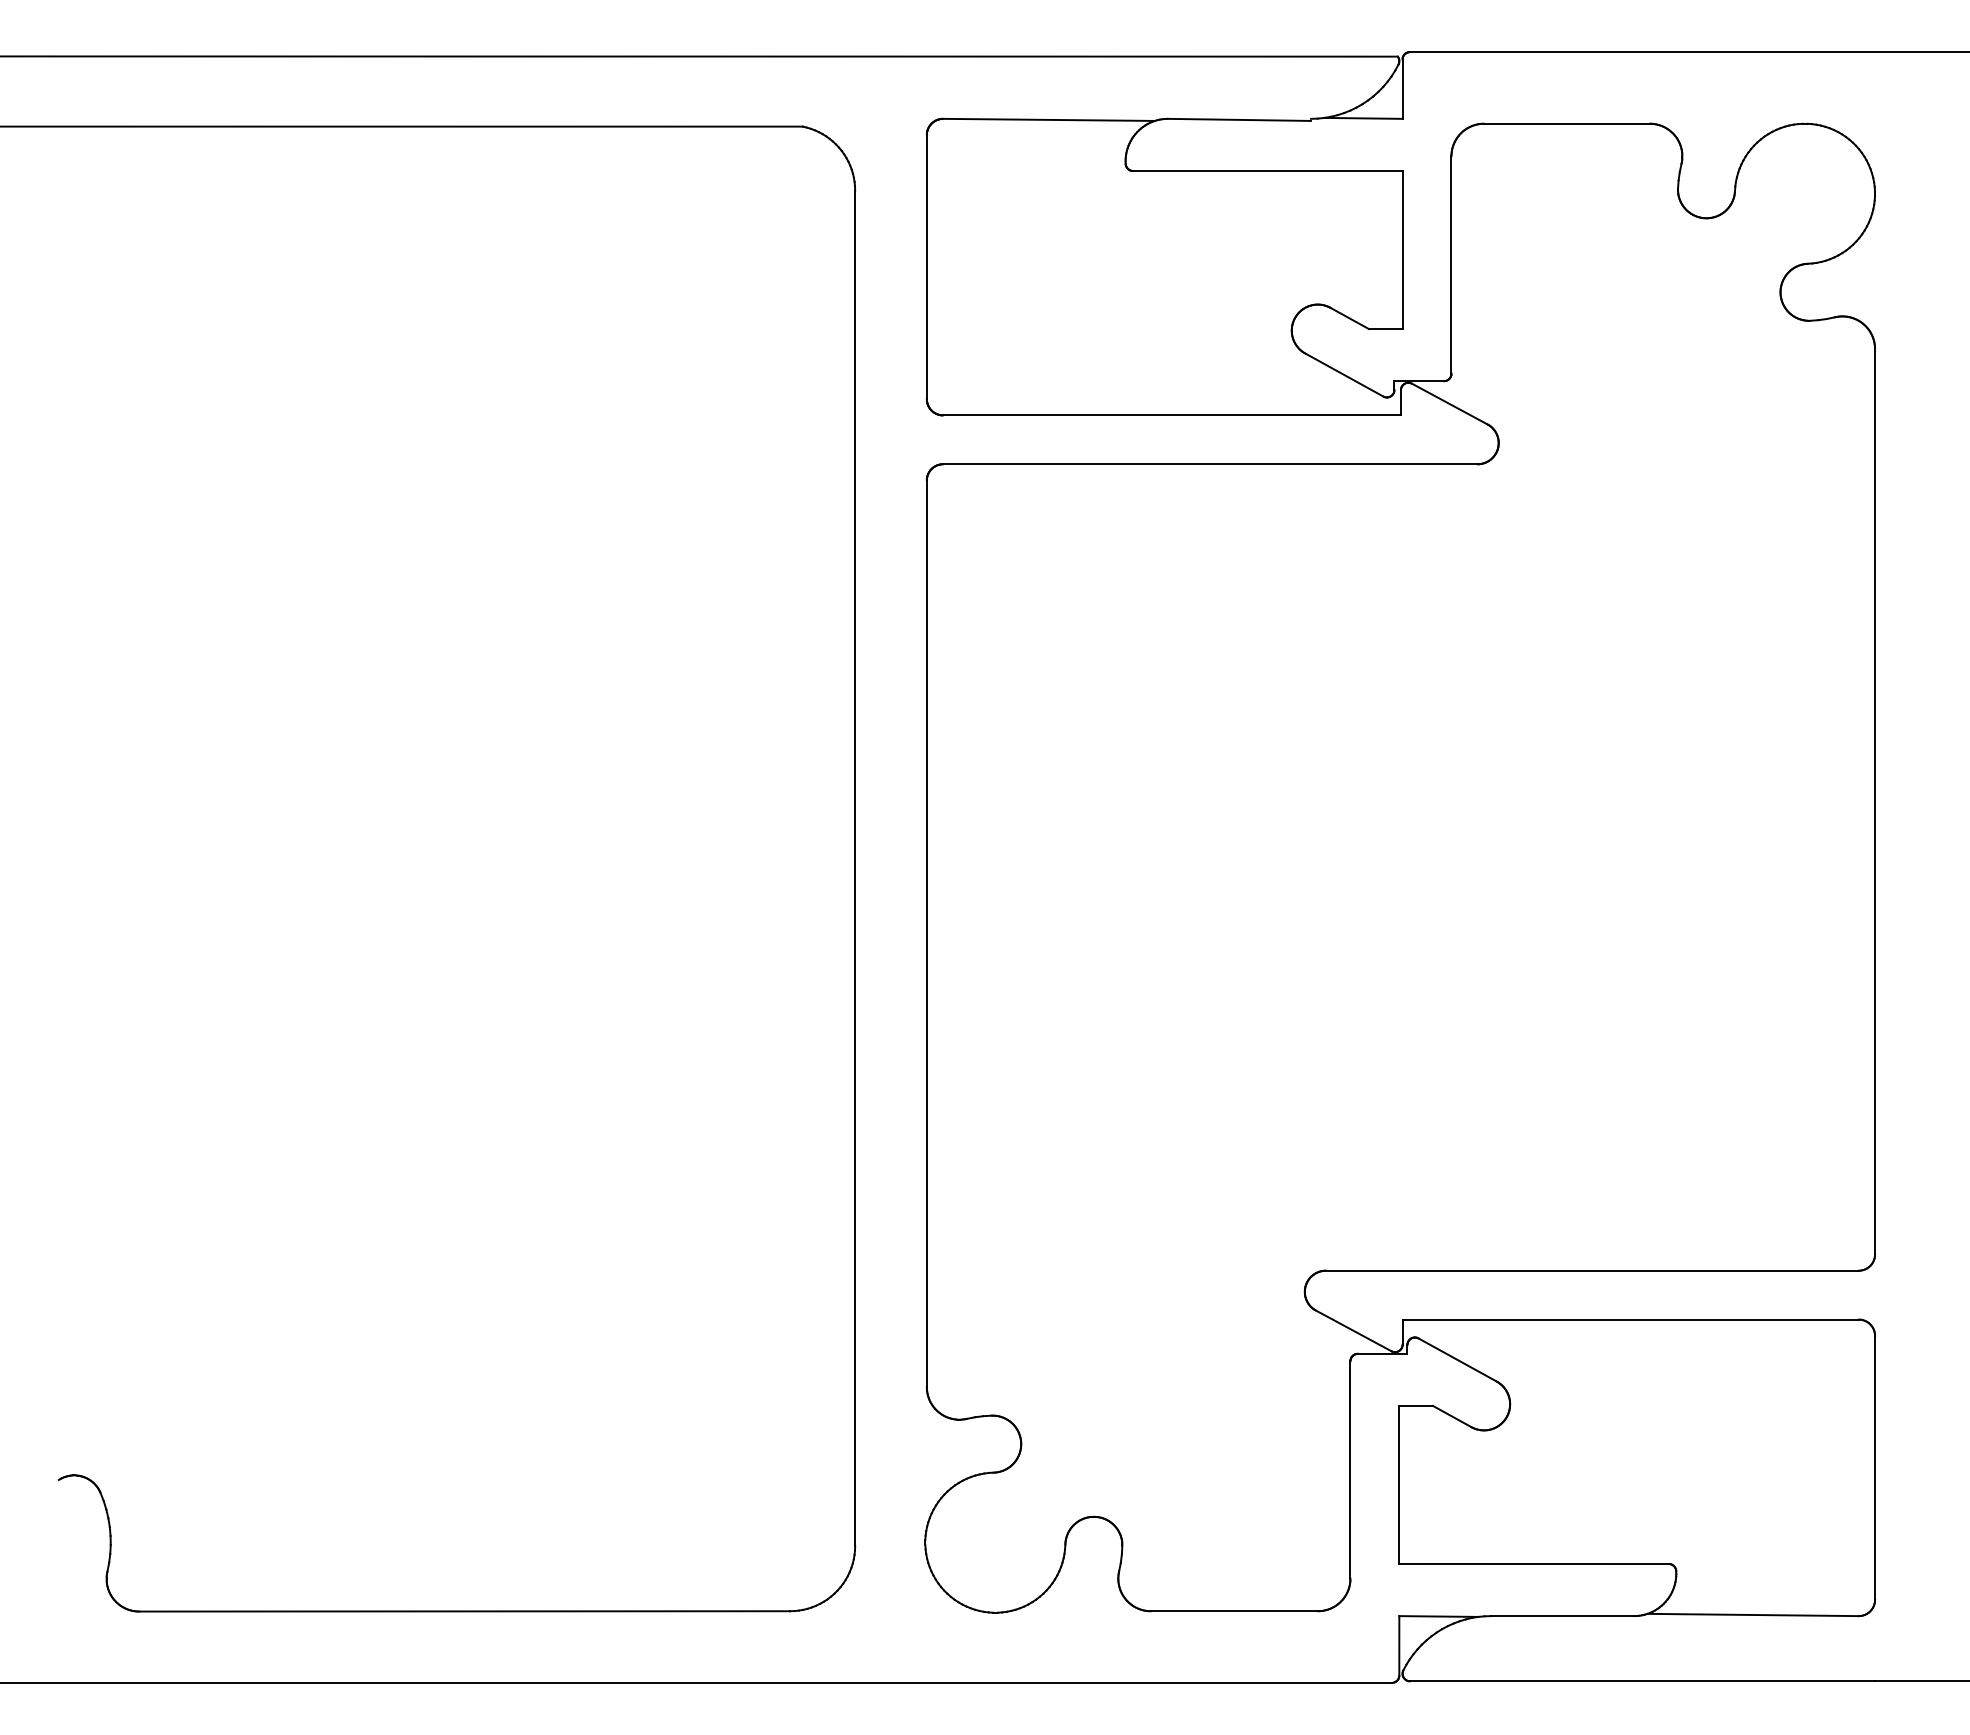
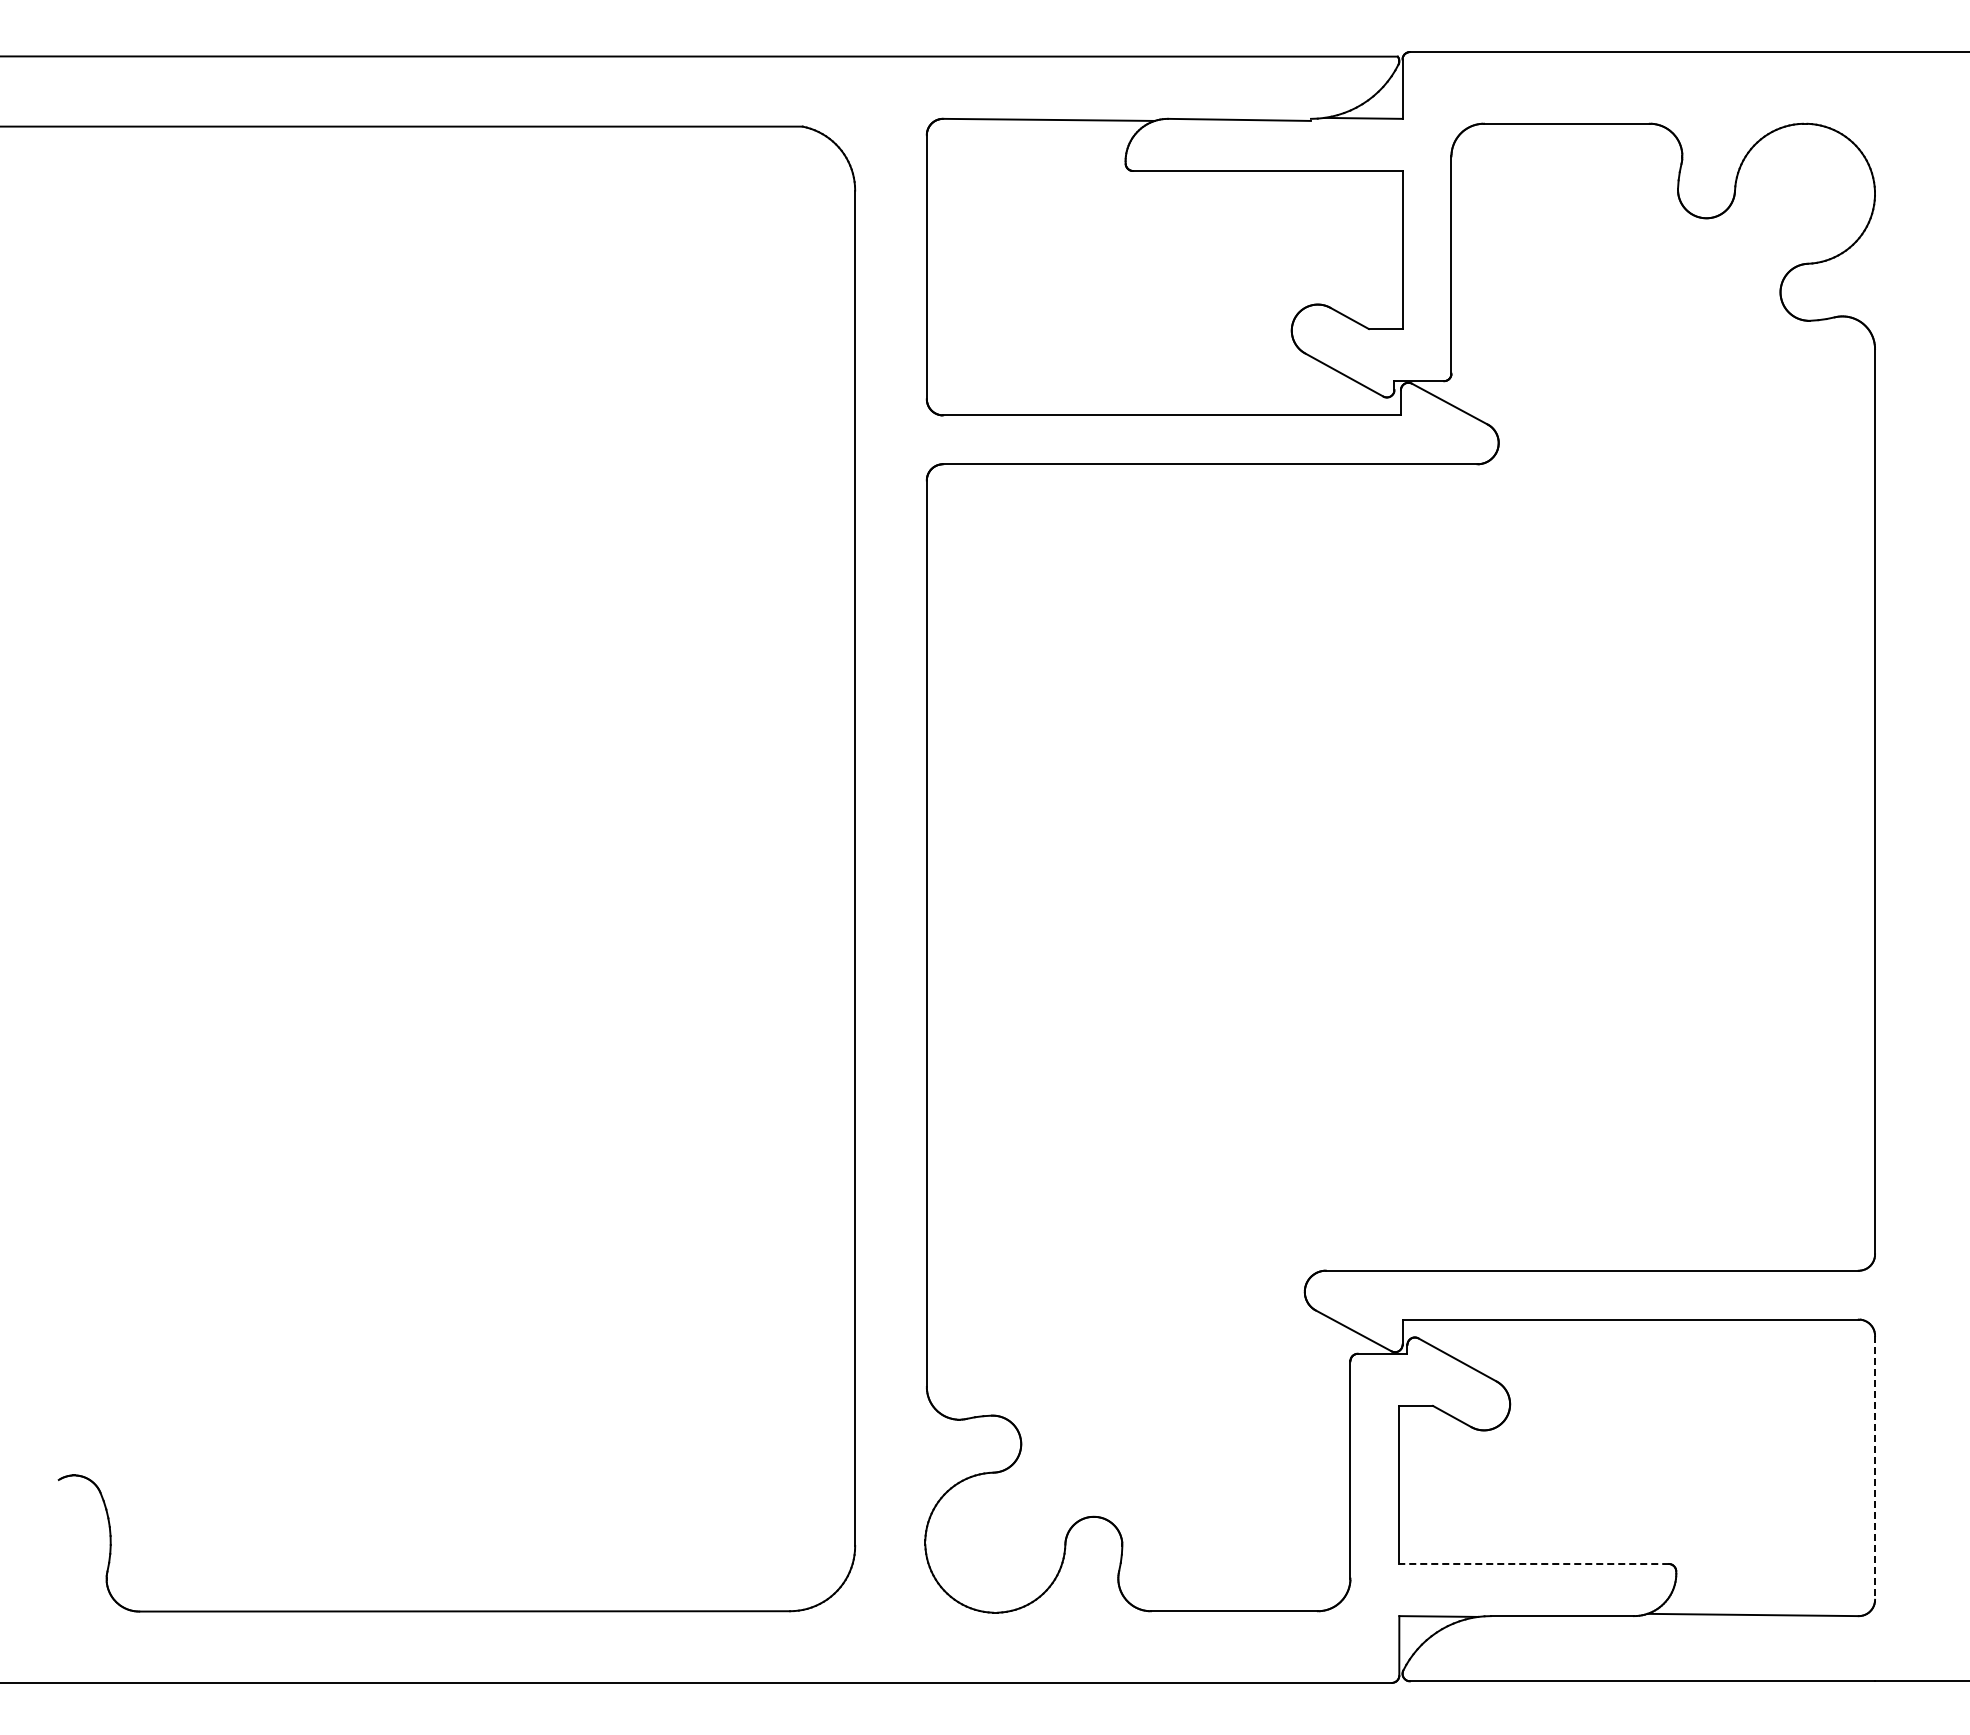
line at (1875, 1467): solid -> dashed
line at (1534, 1564): solid -> dashed
